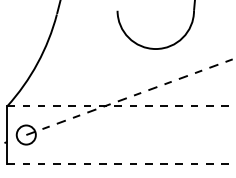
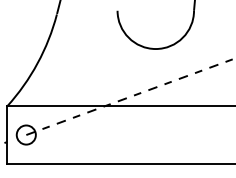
line at (121, 106): dashed -> solid
line at (121, 163): dashed -> solid
